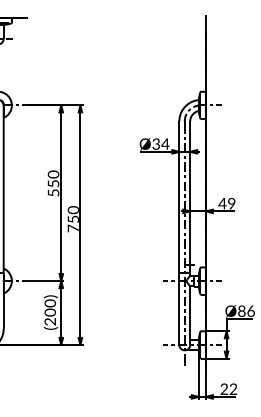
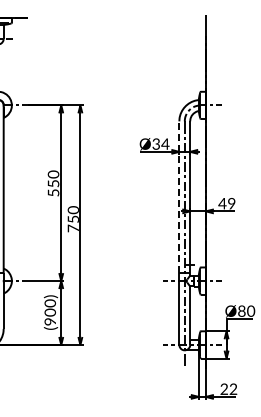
line at (179, 197): solid -> dashed
text at (251, 310): Ø86 -> Ø80
text at (50, 321): (200) -> (900)
